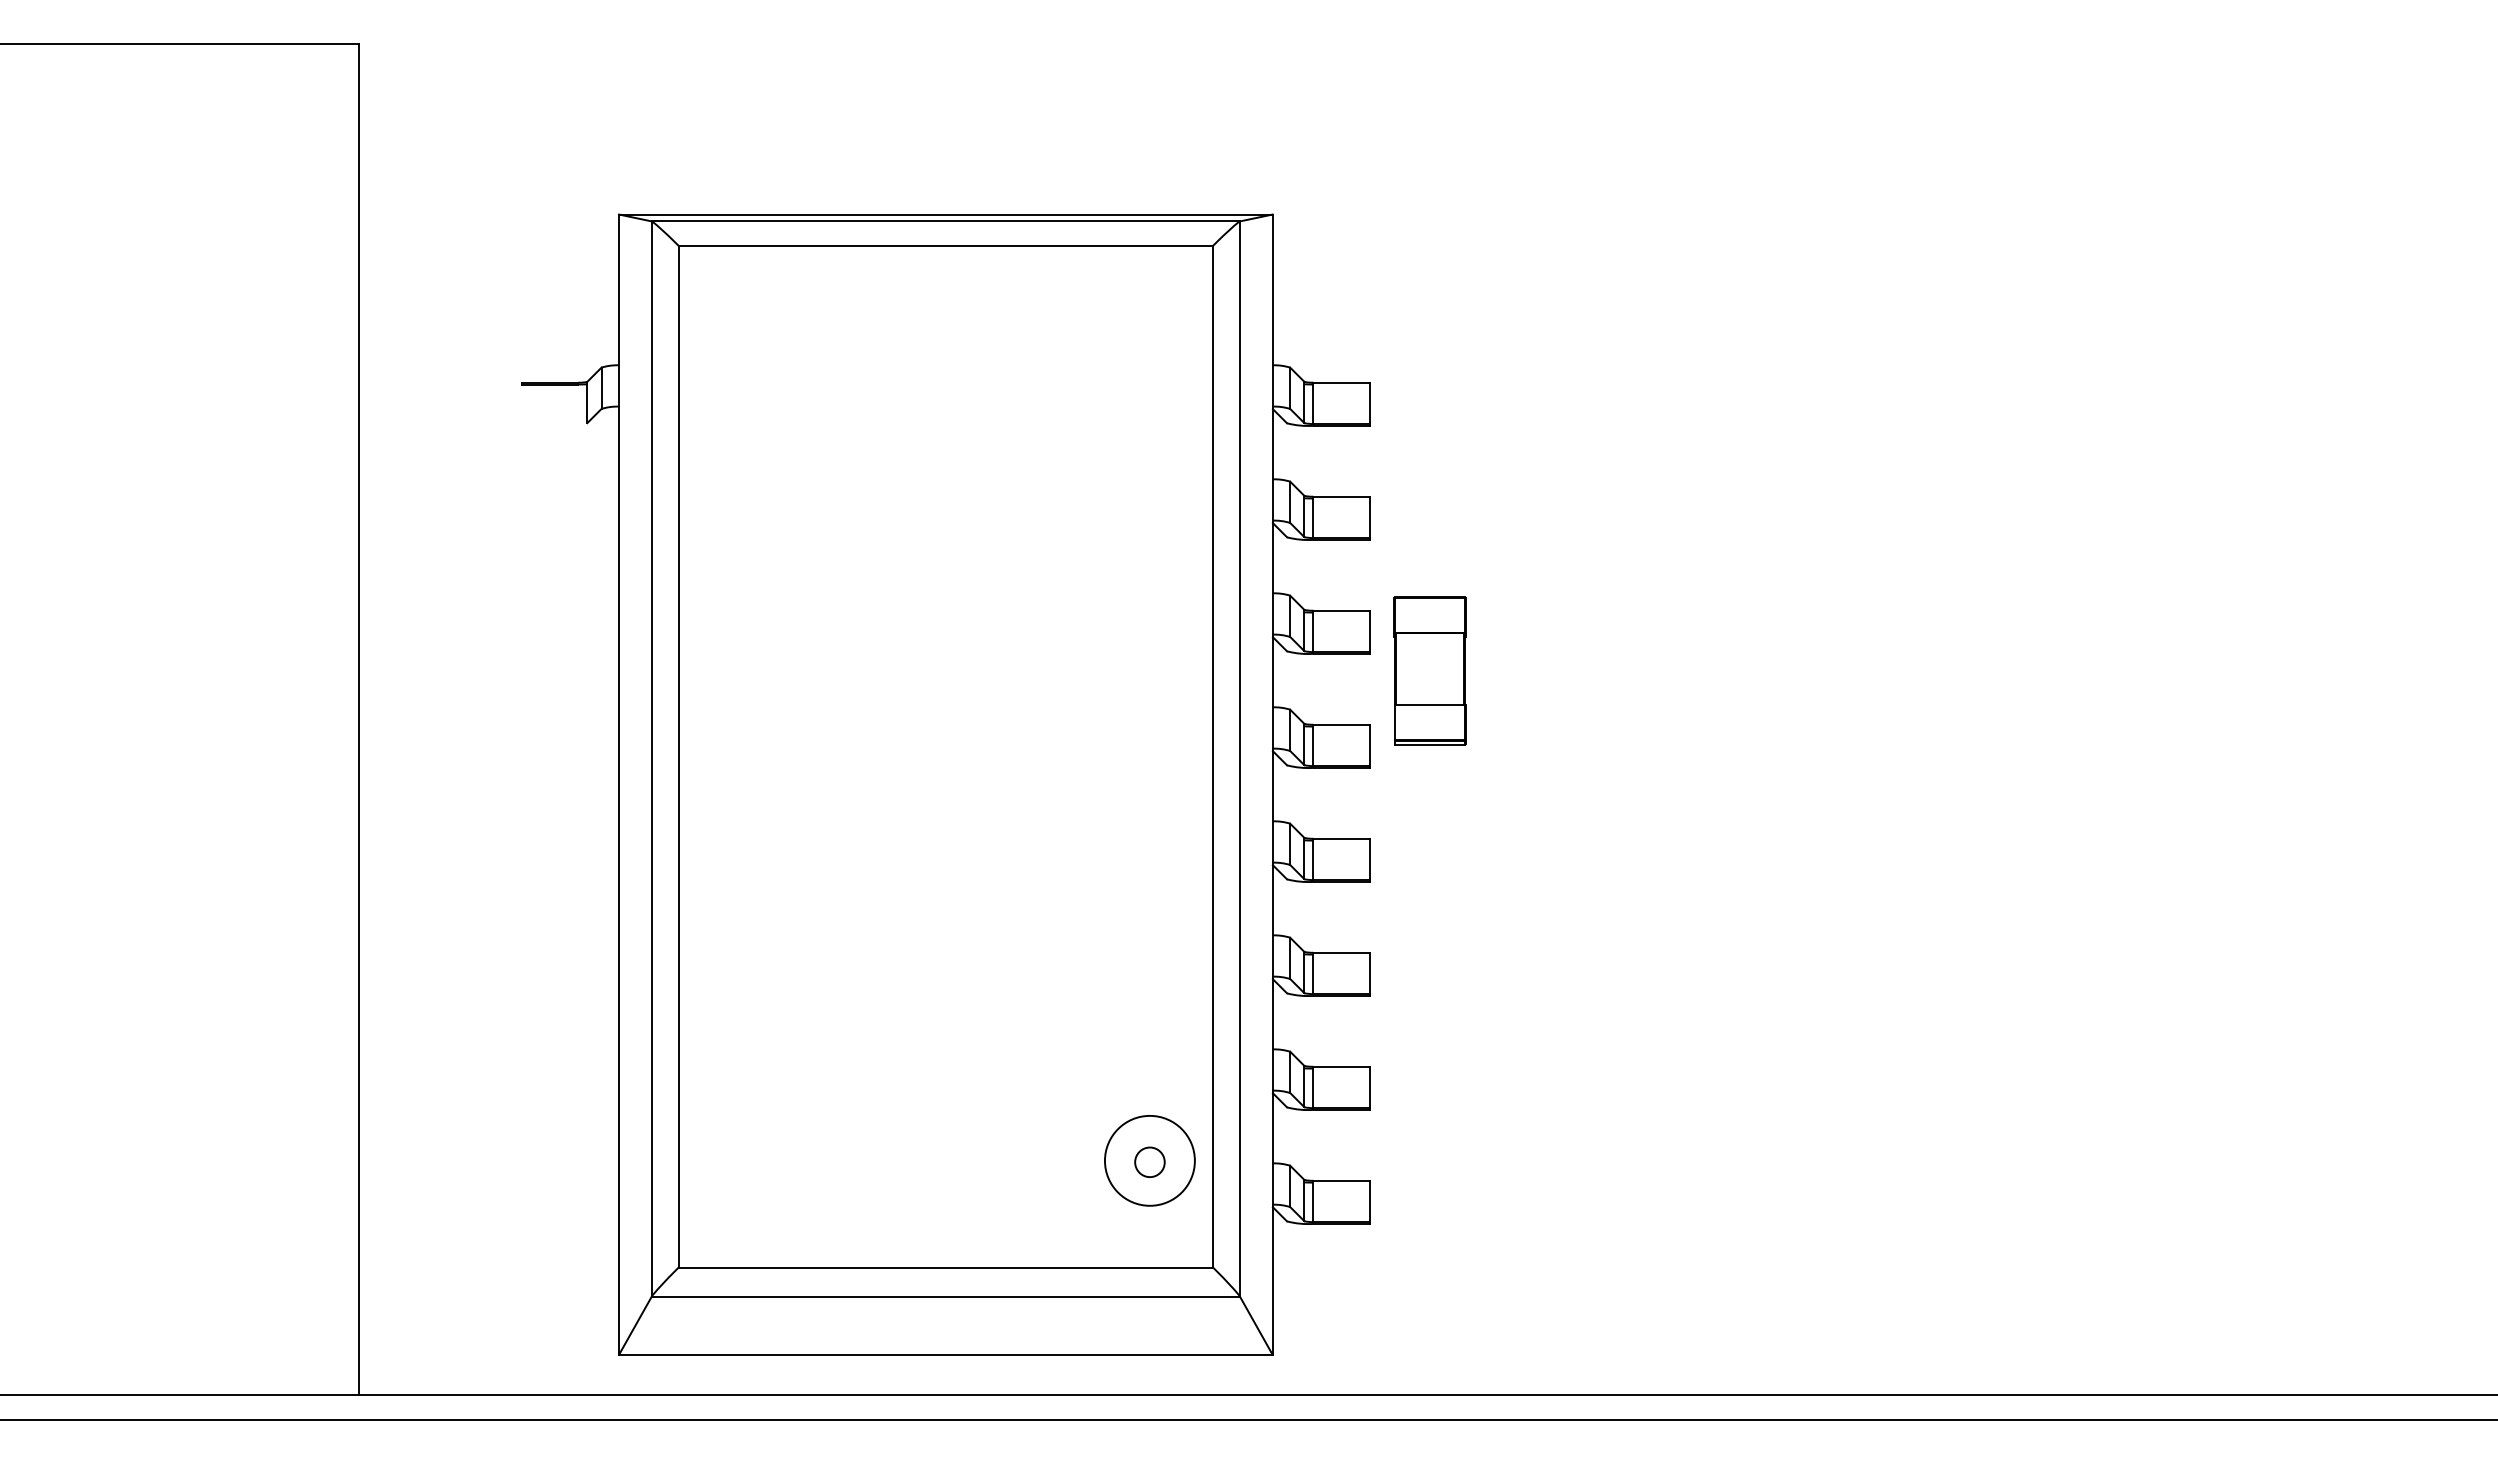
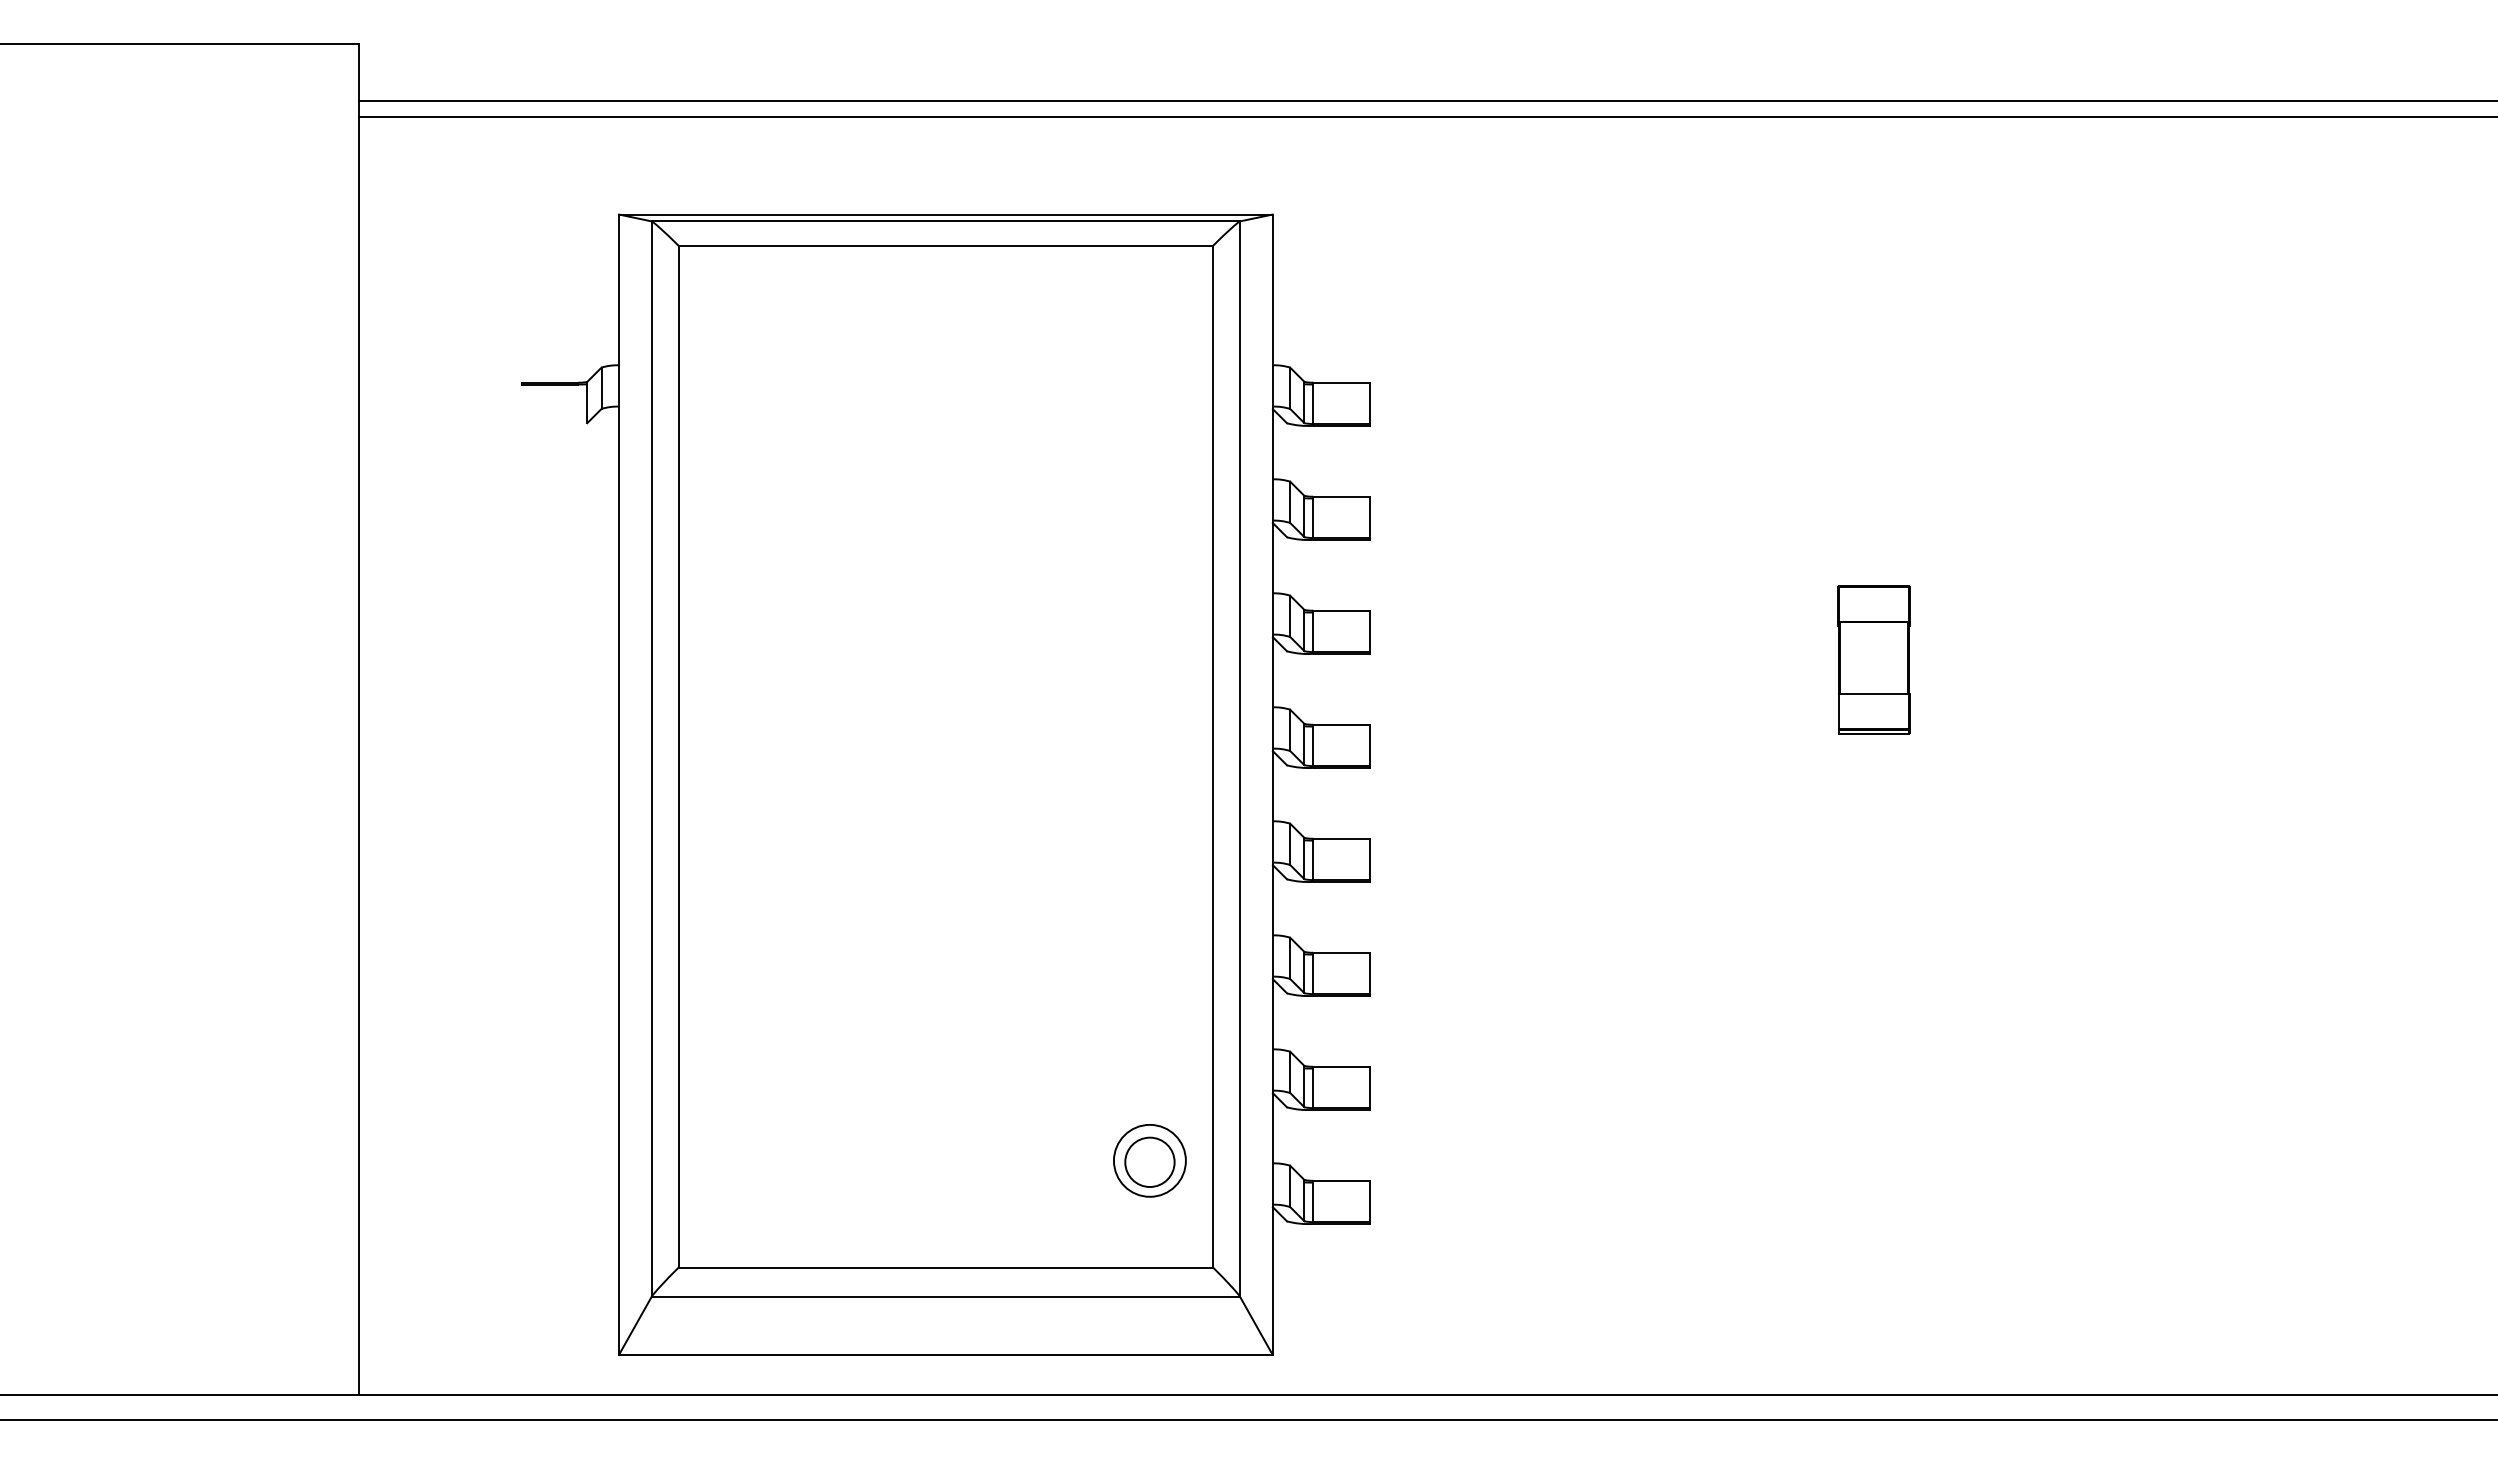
line at (1426, 100): none -> present
line at (1426, 116): none -> present
part at (1429, 670) position: (1429, 670) -> (1873, 659)
circle at (1149, 1160) diameter: 90 px -> 72 px
circle at (1149, 1162) diameter: 30 px -> 49 px
